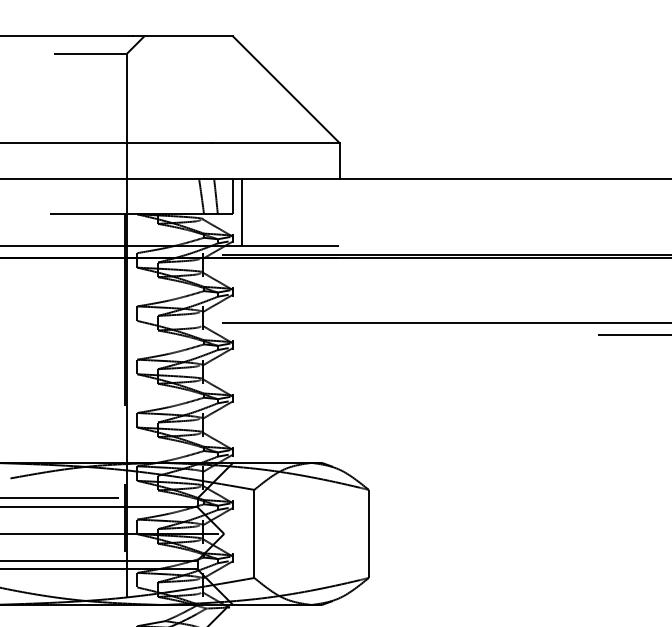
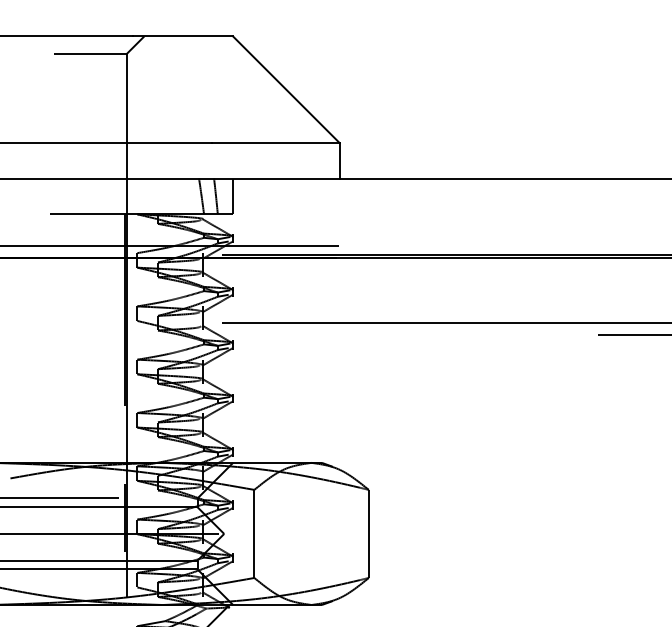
line at (241, 212): present -> none
